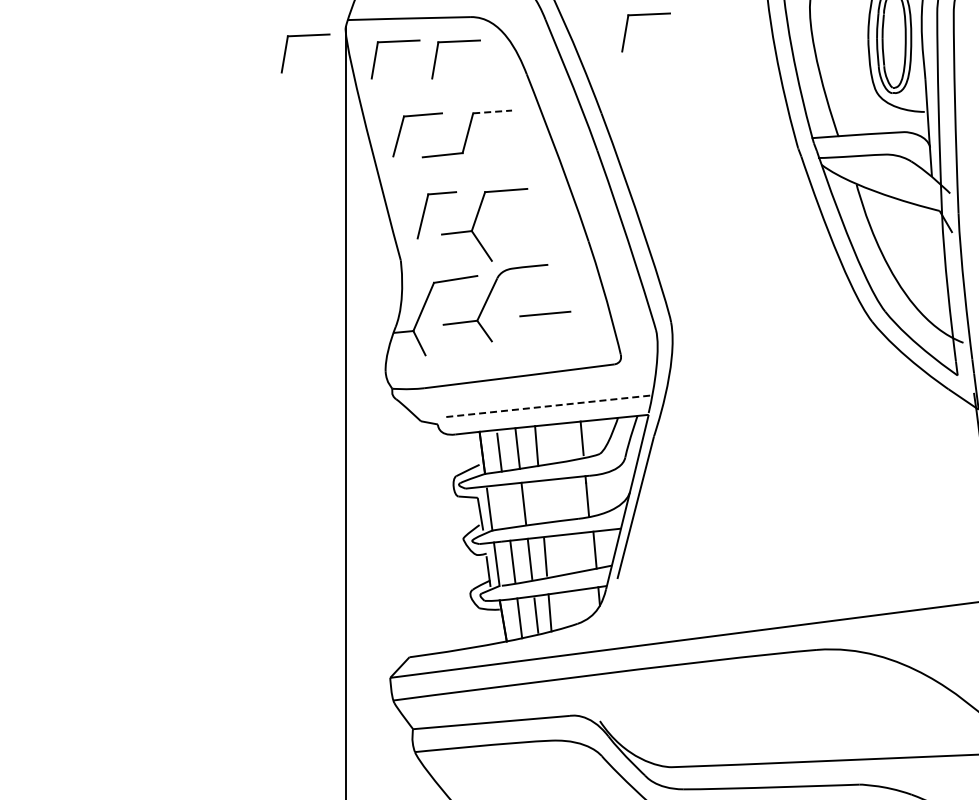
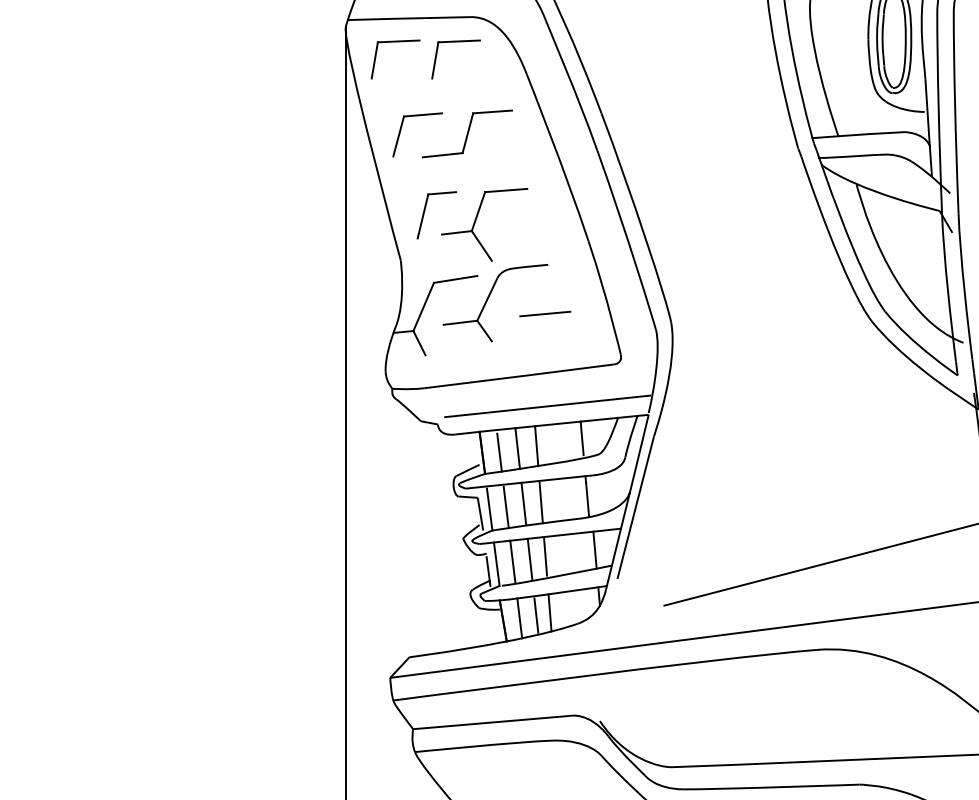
part at (645, 15): present -> none
part at (305, 36): present -> none
line at (493, 111): dashed -> solid
line at (547, 406): dashed -> solid
line at (540, 502): none -> present
line at (505, 506): none -> present
line at (819, 564): none -> present
